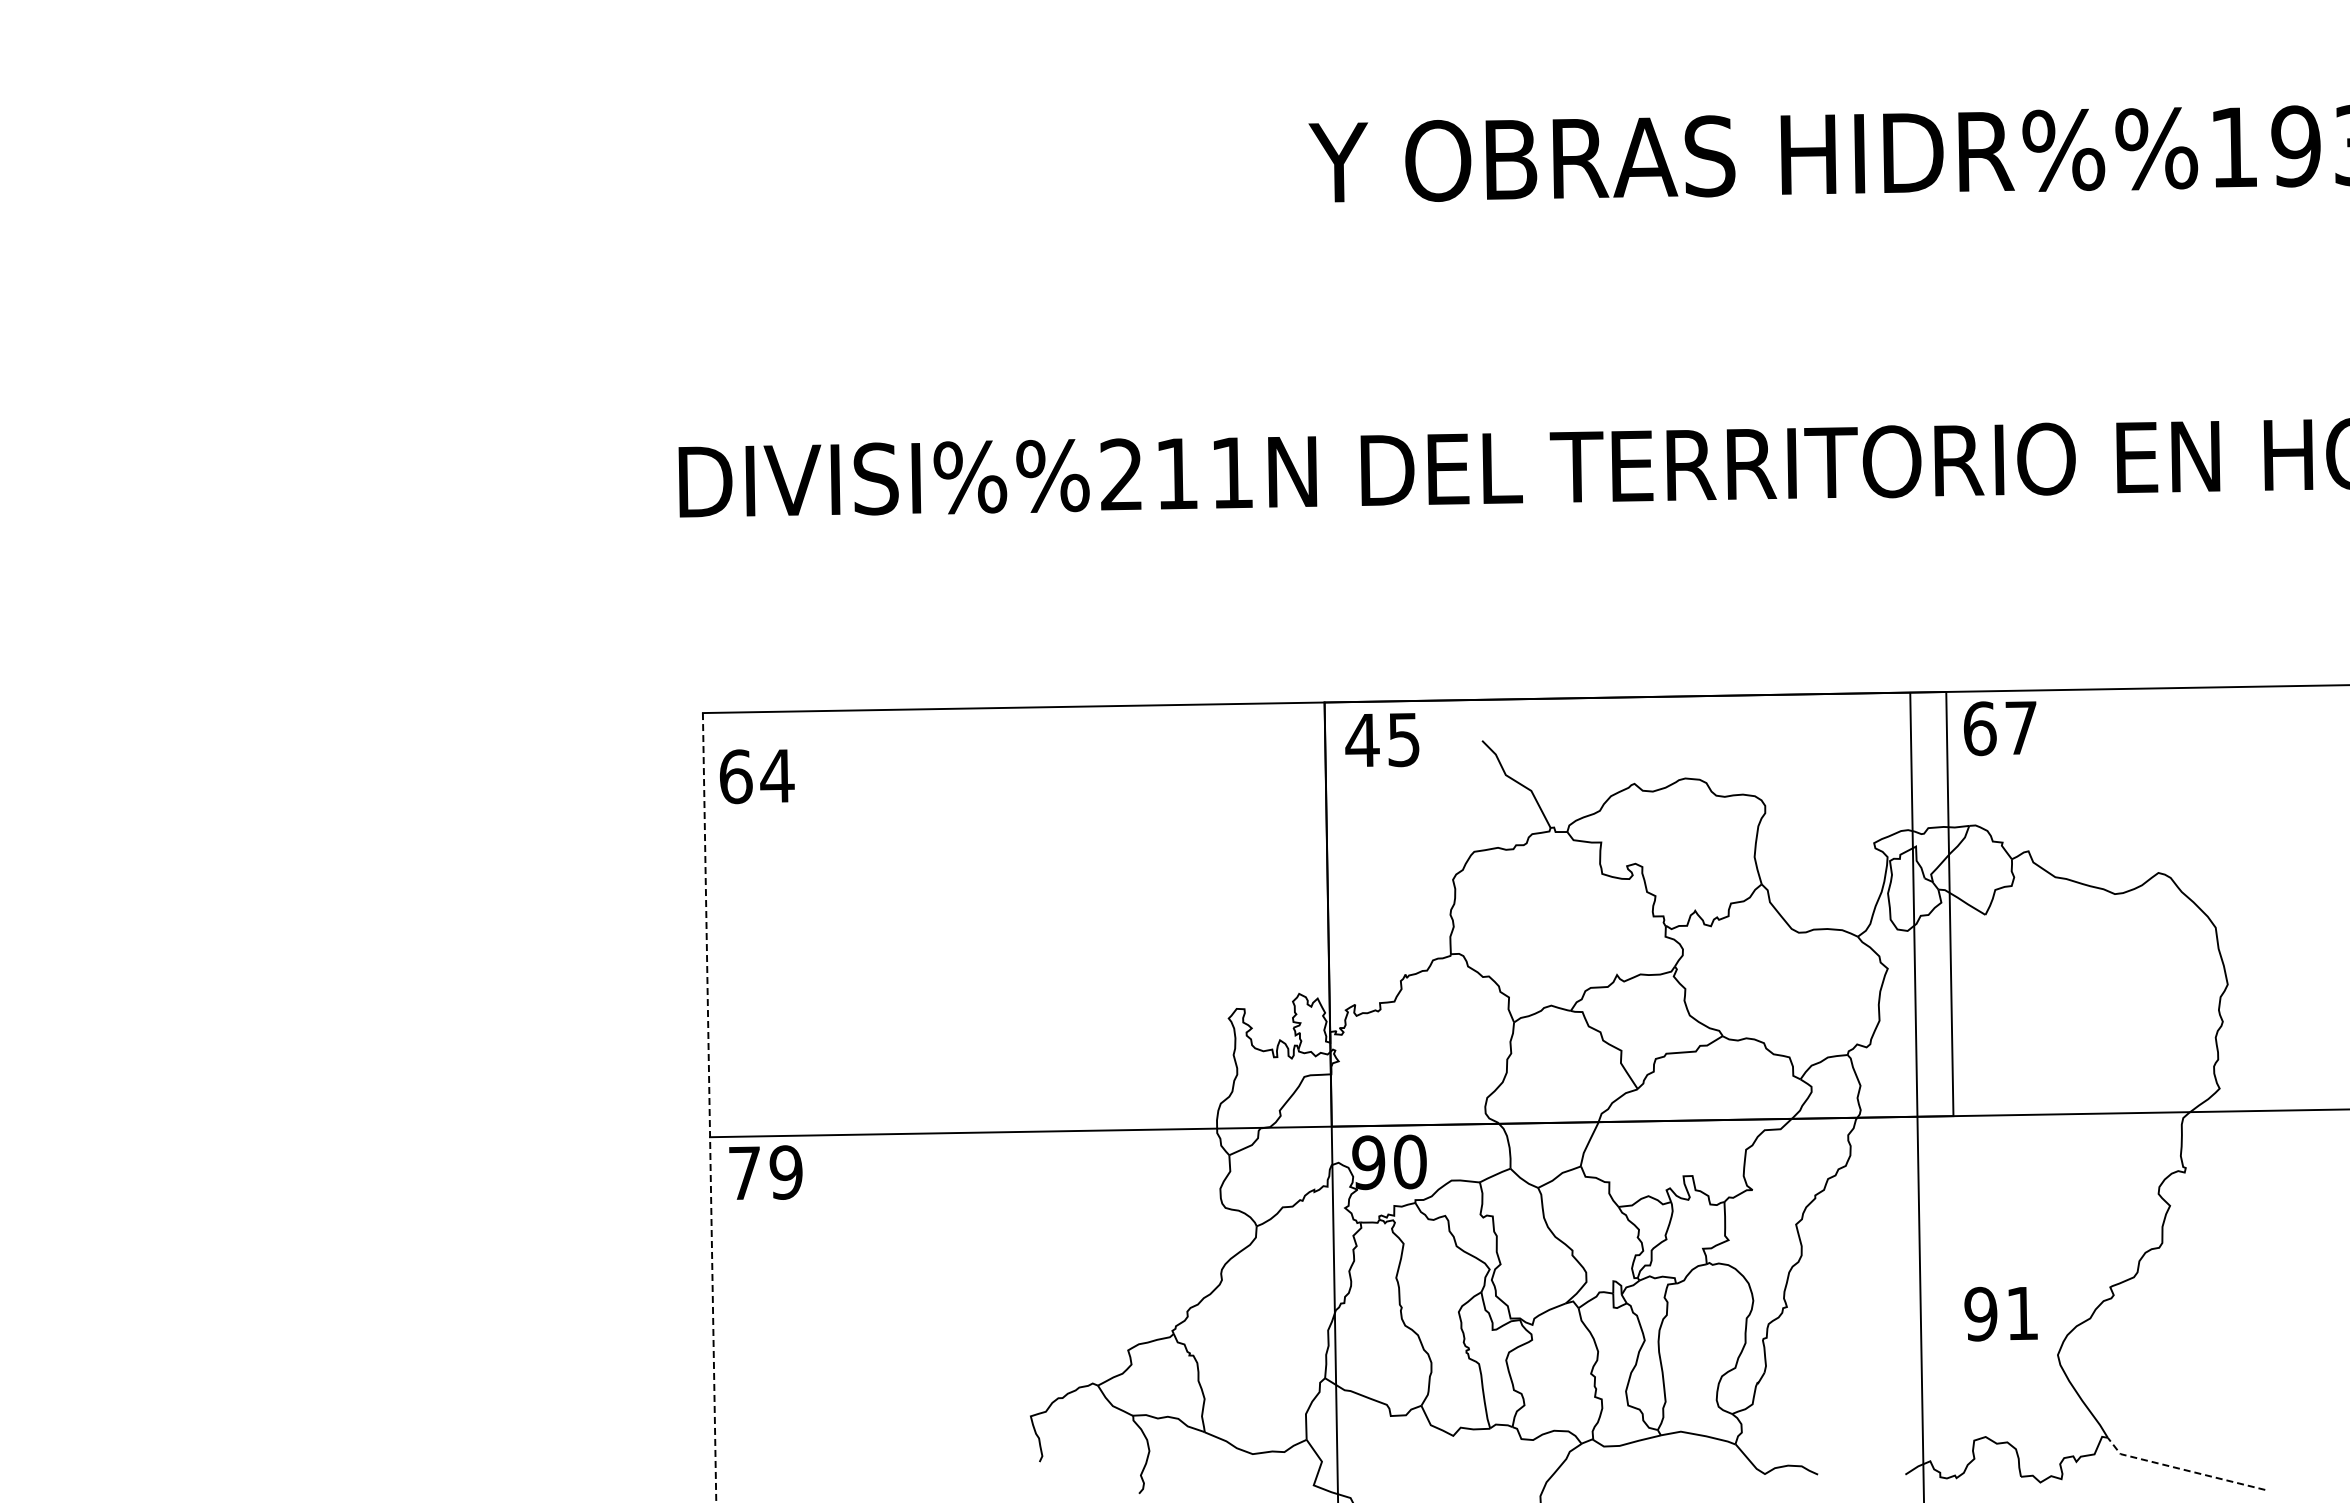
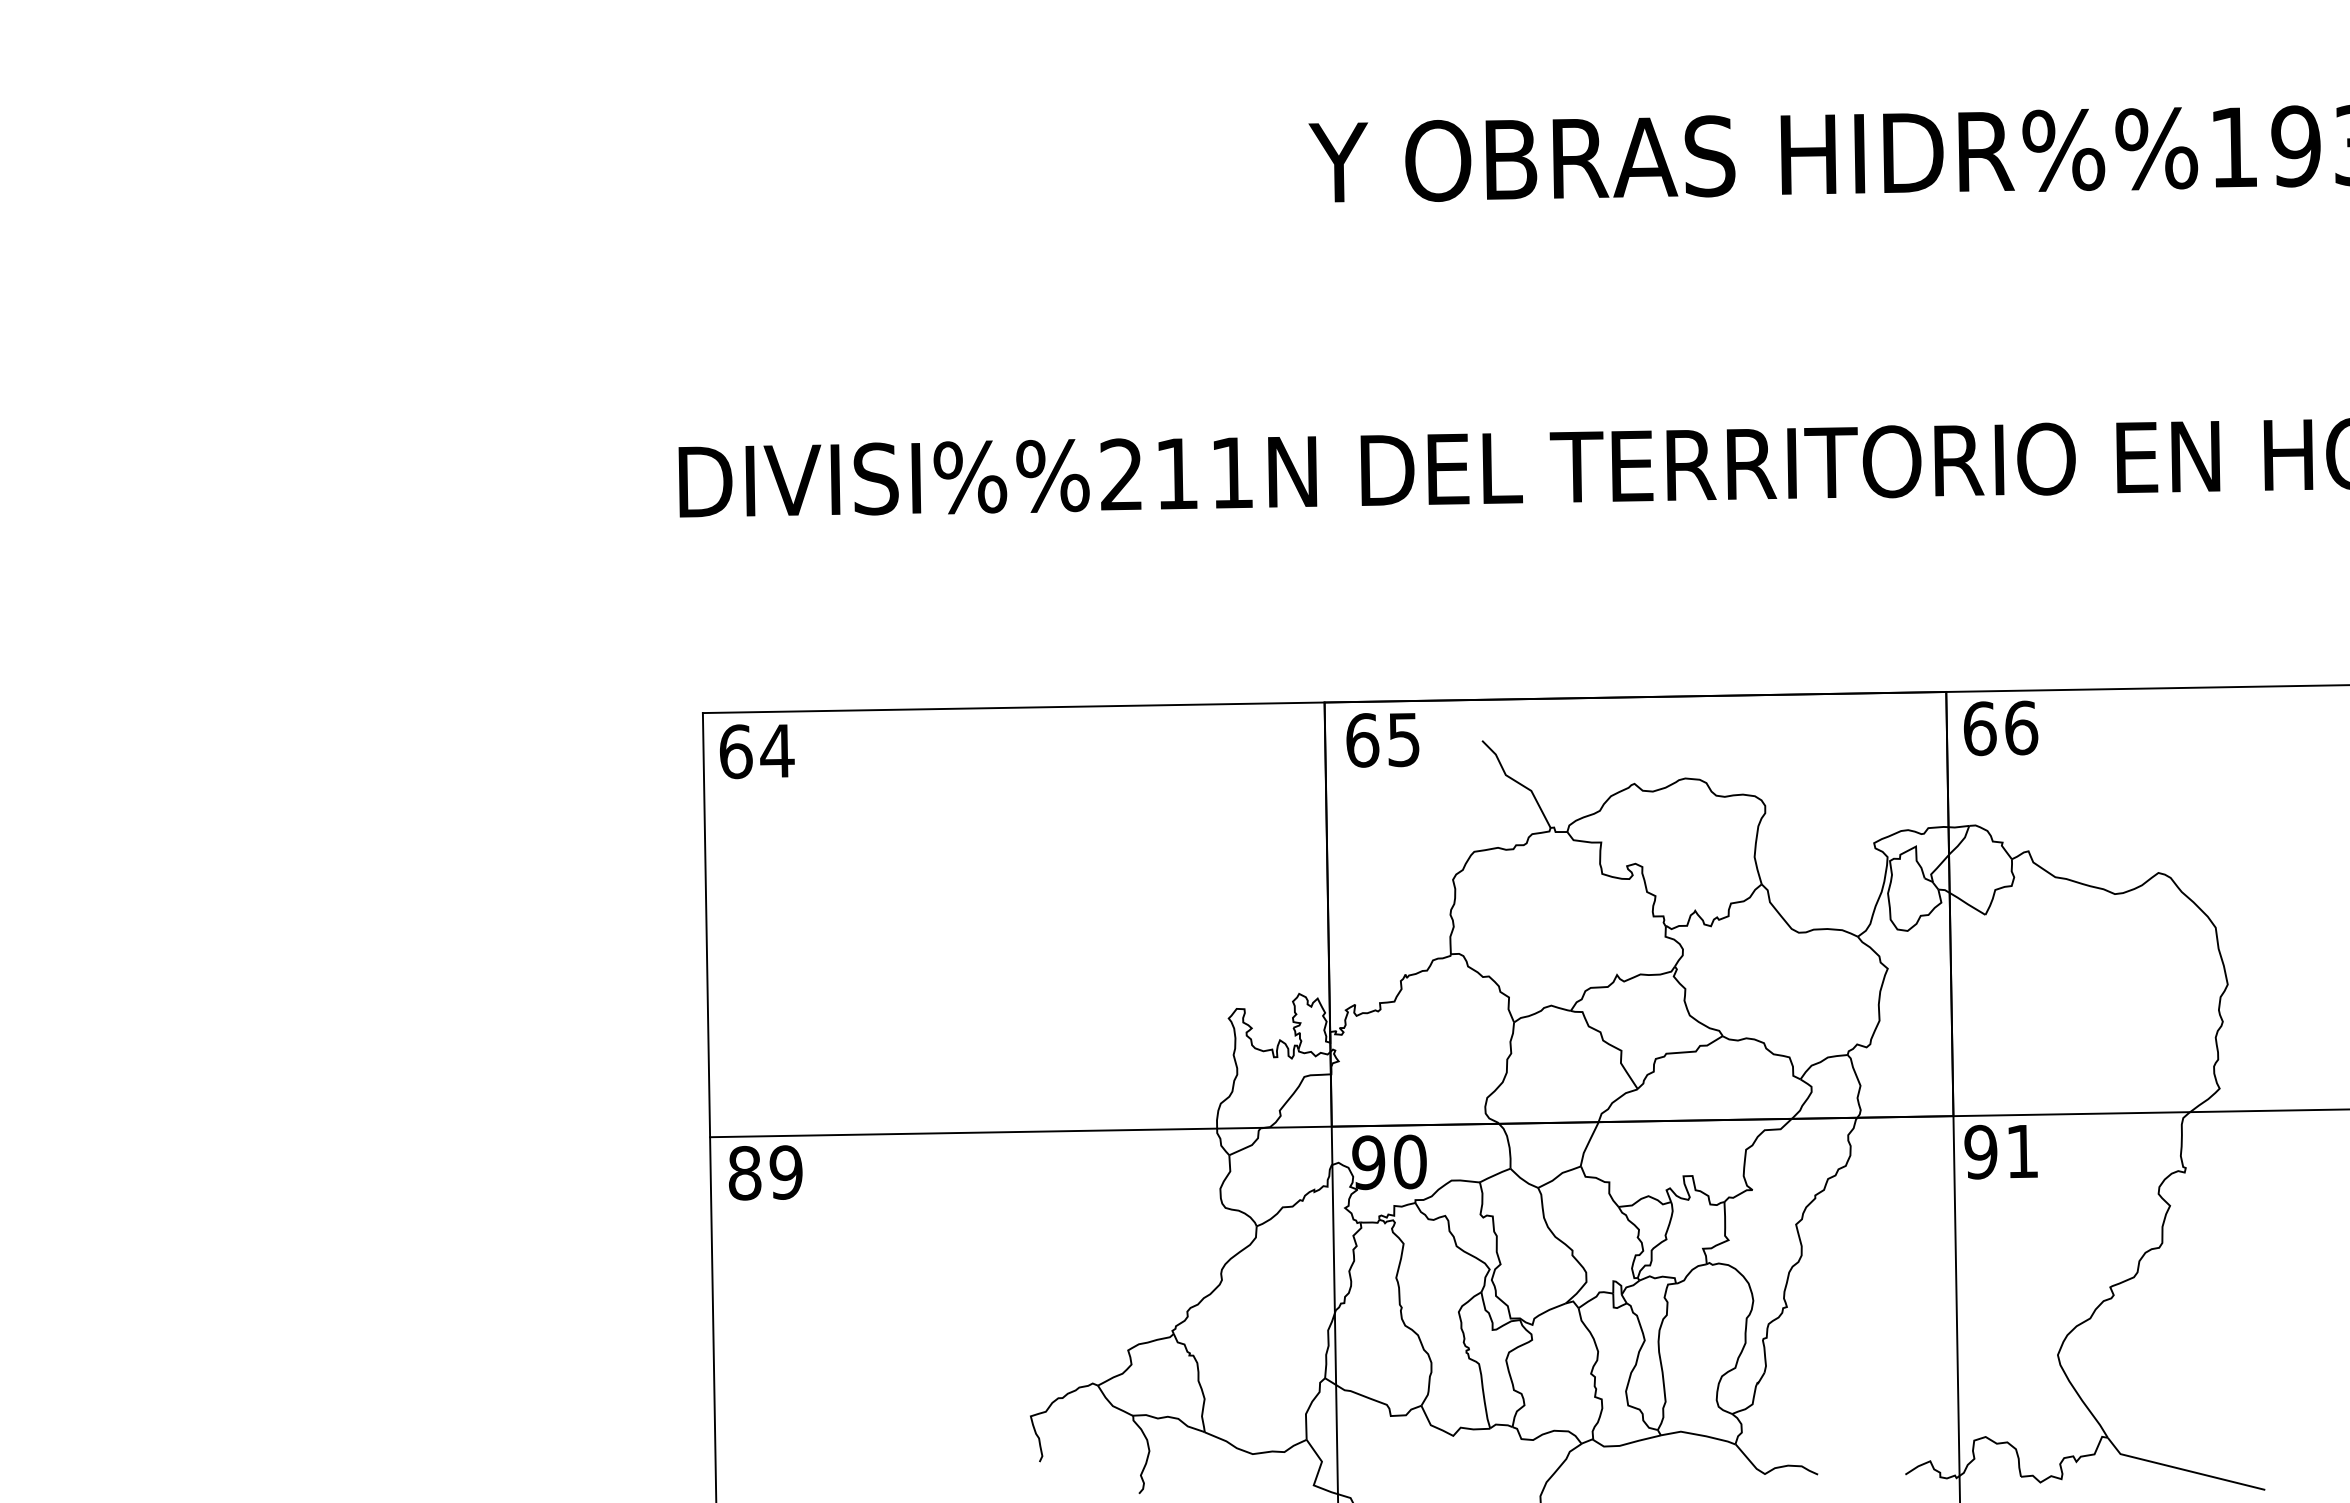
text at (2021, 727): 67 -> 66
text at (1362, 740): 45 -> 65
text at (757, 776) position: (757, 776) -> (757, 751)
line at (1916, 1095) position: (1916, 1095) -> (1952, 1095)
line at (709, 1108): dashed -> solid
text at (745, 1173): 79 -> 89
text at (2000, 1314) position: (2000, 1314) -> (2000, 1152)
line at (2182, 1469): dashed -> solid
